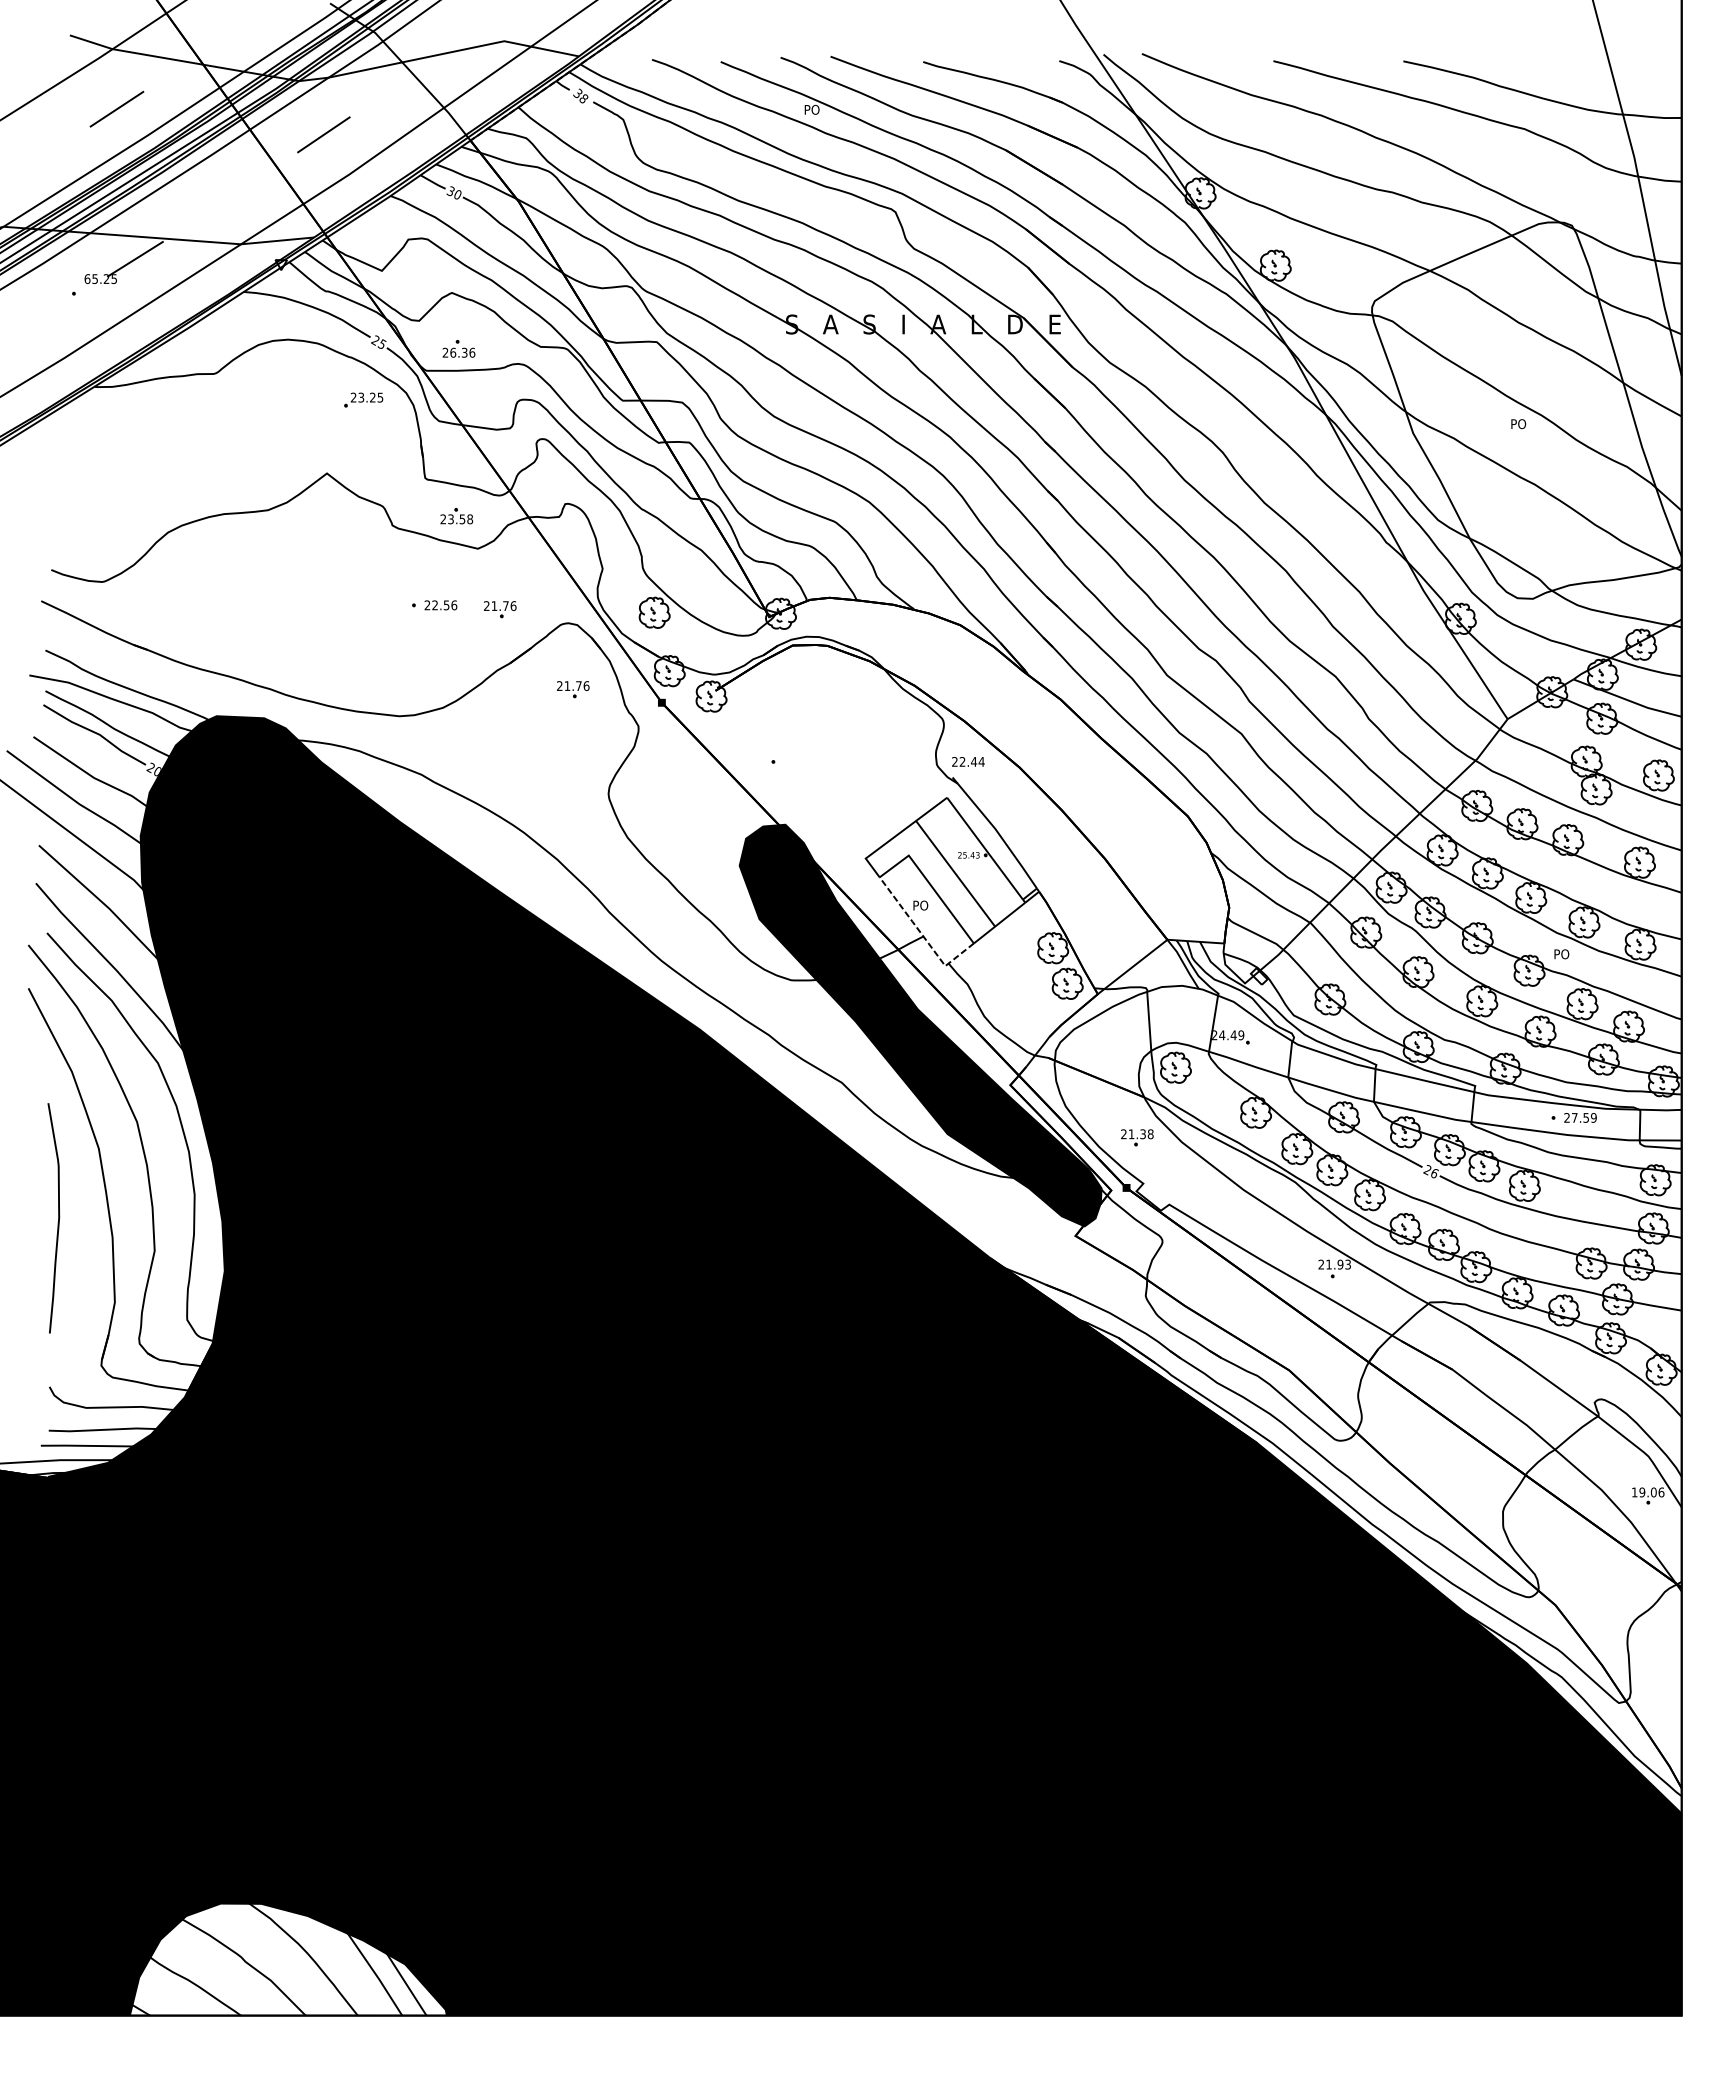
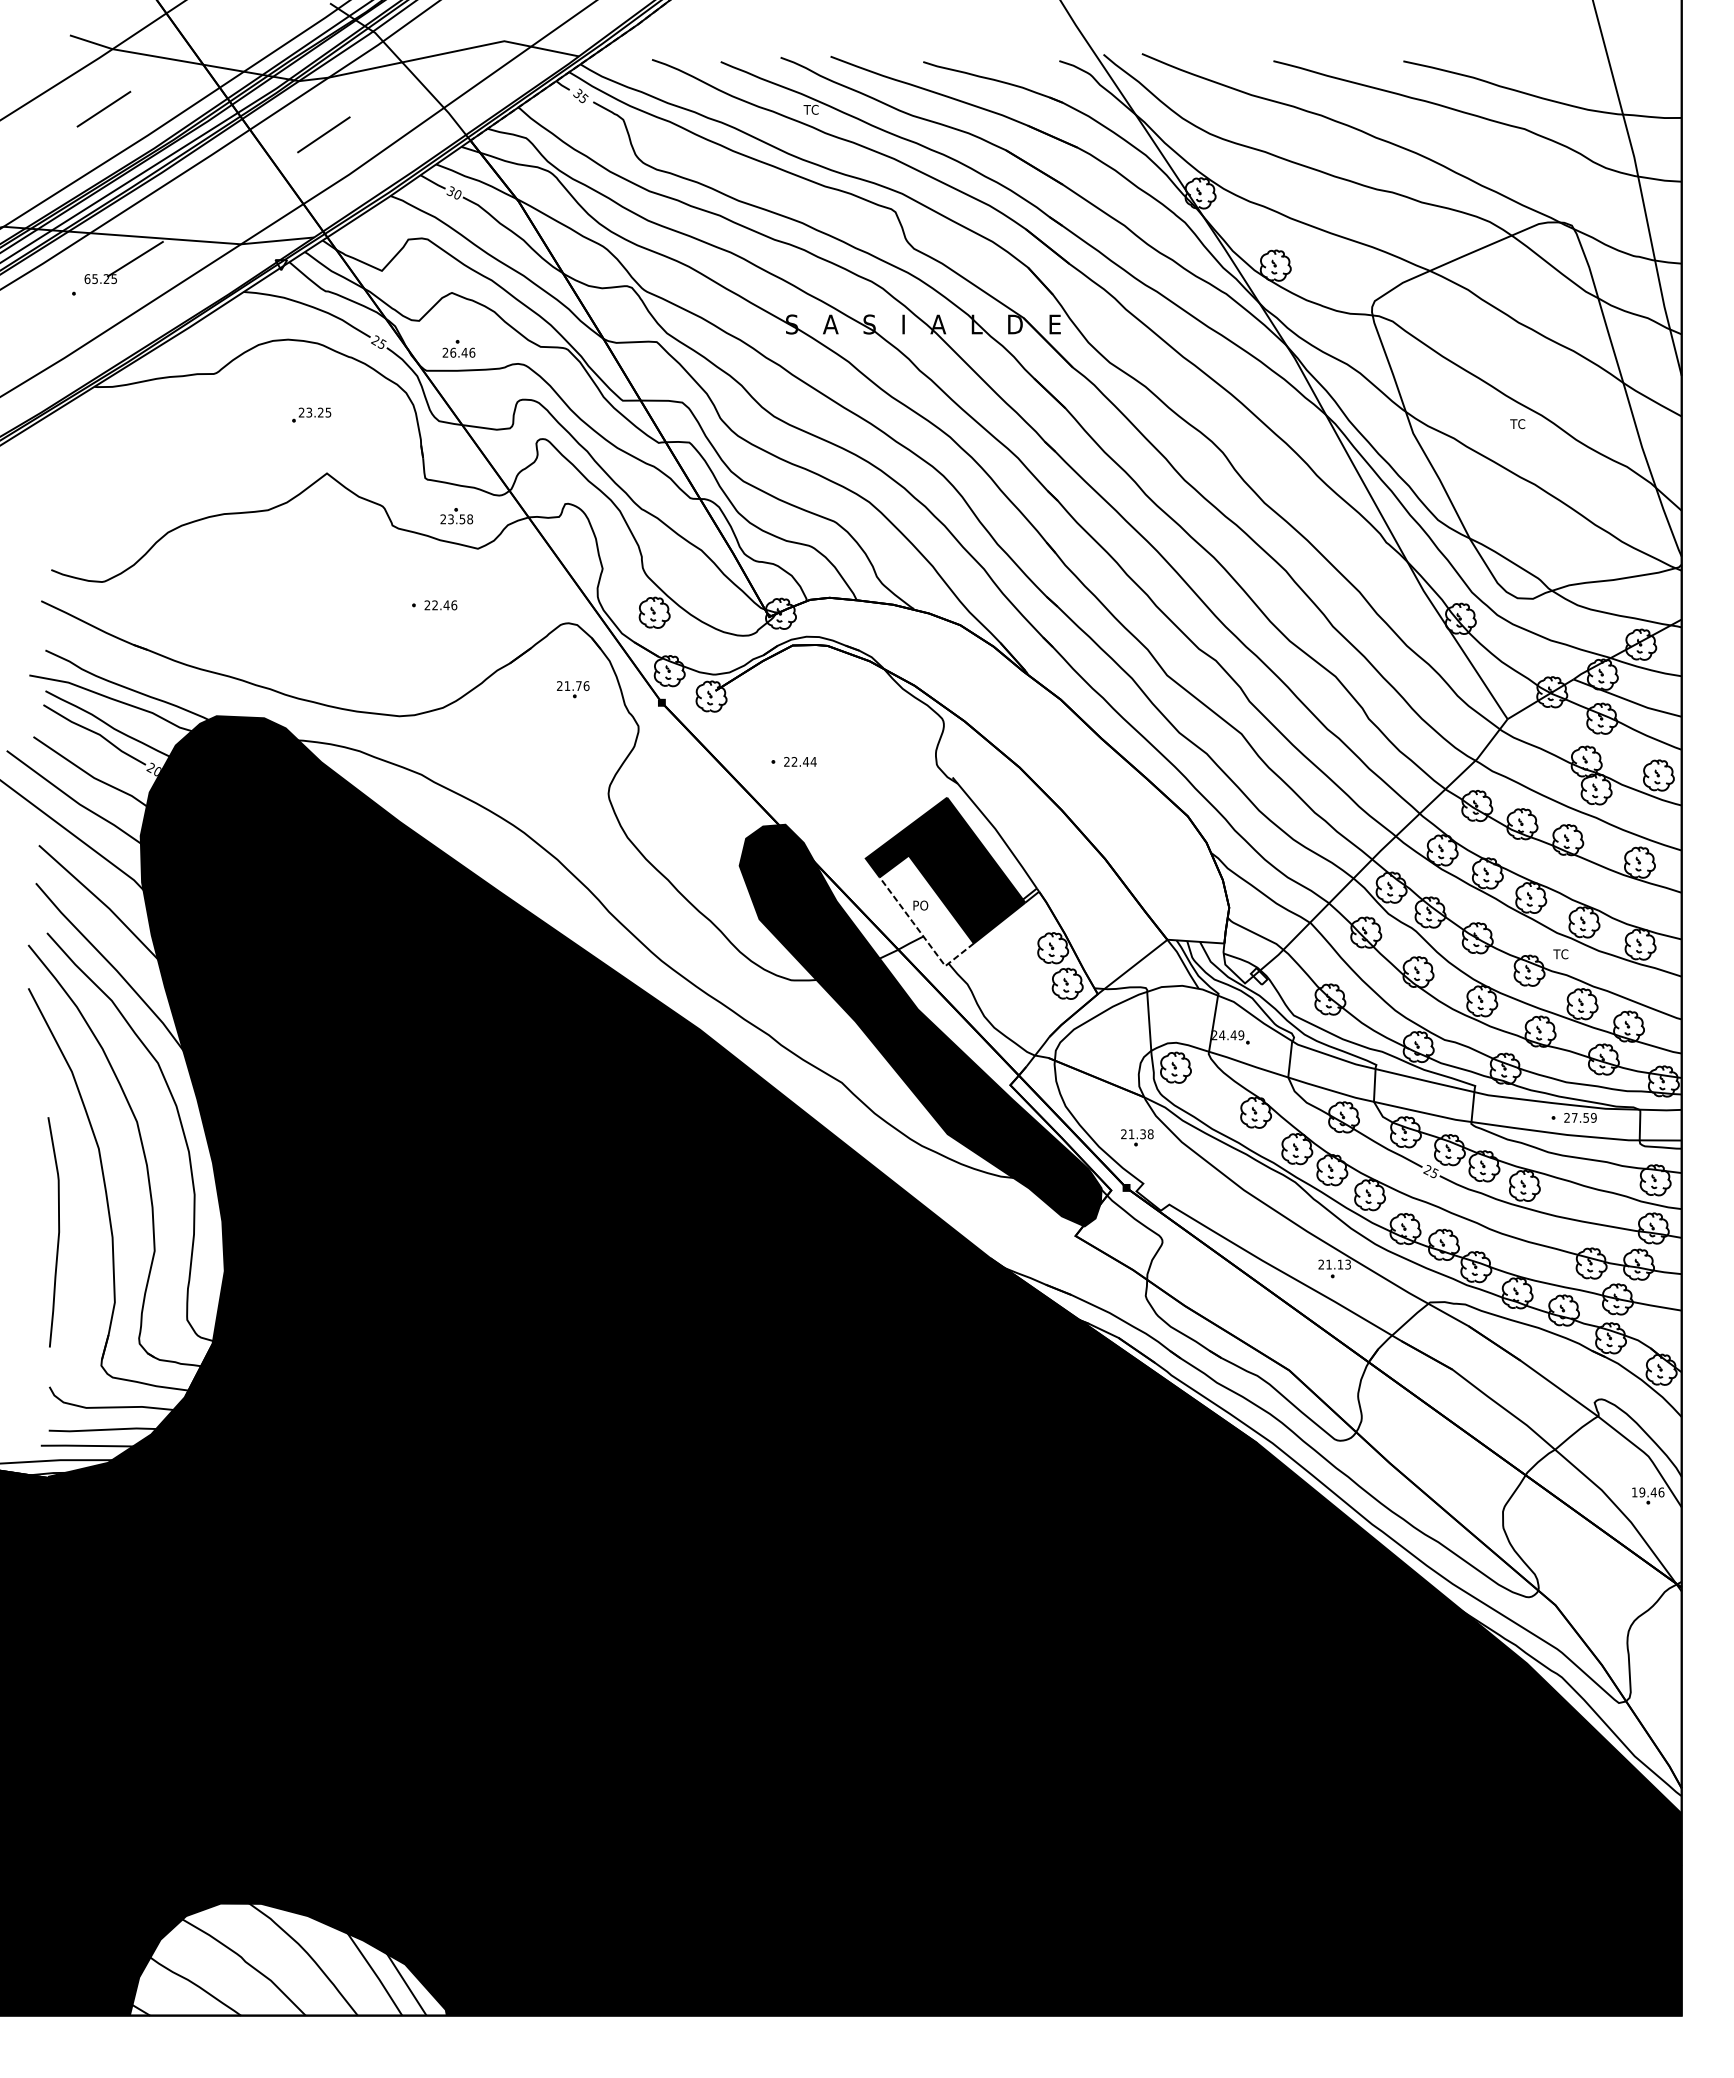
text at (583, 98): 38 -> 35
line at (116, 108) position: (116, 108) -> (103, 108)
text at (811, 109): PO -> TC
text at (464, 352): 26.36 -> 26.46
part at (363, 399) position: (363, 399) -> (311, 414)
text at (1518, 423): PO -> TC
text at (446, 605): 22.56 -> 22.46
part at (500, 609): present -> none
text at (968, 761) position: (968, 761) -> (800, 761)
fill at (945, 870): none -> present
text at (1561, 954): PO -> TC
text at (1434, 1173): 26 -> 25
curve at (58, 1218) position: (58, 1218) -> (58, 1232)
text at (1340, 1264): 21.93 -> 21.13
text at (1653, 1492): 19.06 -> 19.46
